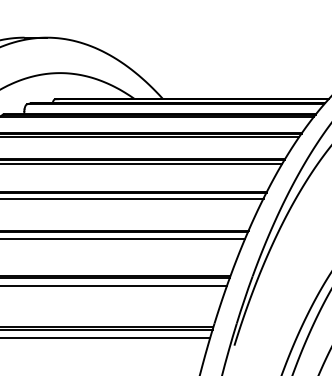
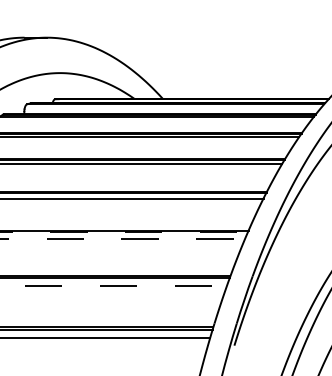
line at (124, 232): solid -> dashed
line at (123, 239): solid -> dashed
line at (114, 286): solid -> dashed
